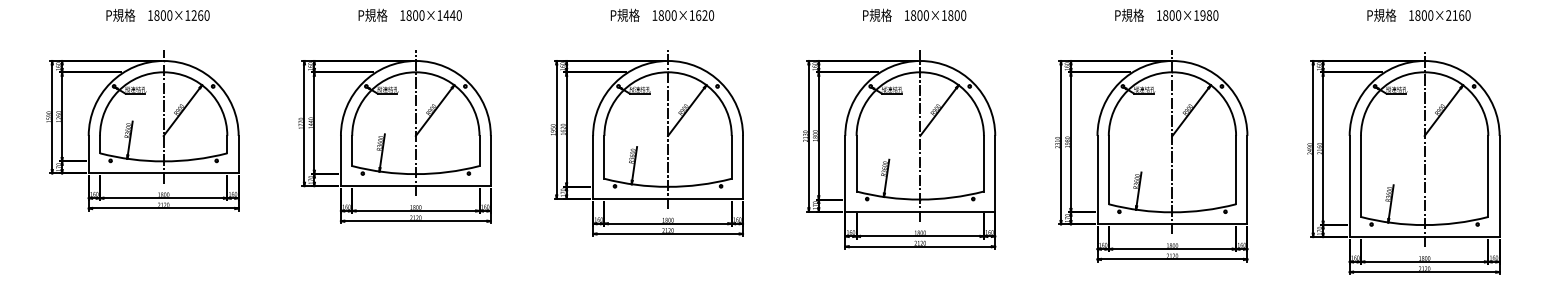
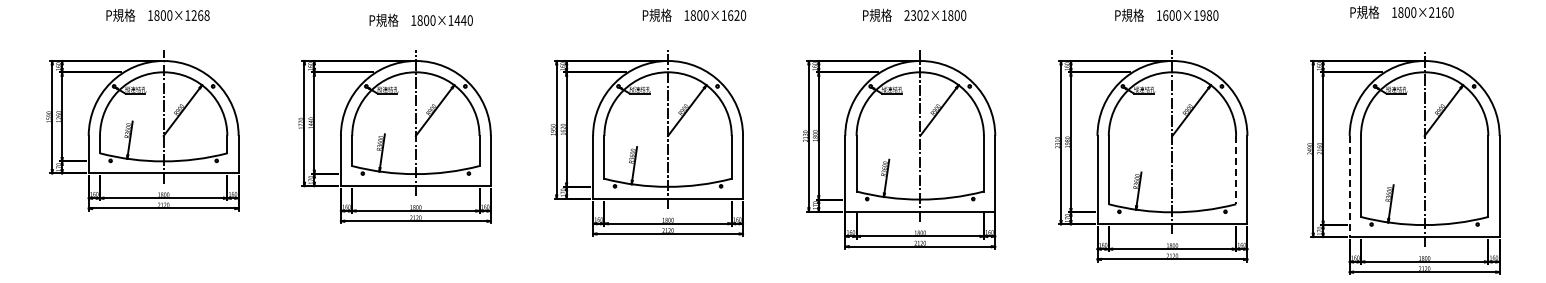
text at (409, 14) position: (409, 14) -> (420, 19)
text at (662, 14) position: (662, 14) -> (694, 14)
text at (1418, 14) position: (1418, 14) -> (1401, 11)
text at (206, 15): 1800×1260 -> 1800×1268
text at (916, 15): 1800×1800 -> 2302×1800
text at (1165, 15): 1800×1980 -> 1600×1980
line at (1236, 170): solid -> dashed
line at (1349, 186): solid -> dashed
